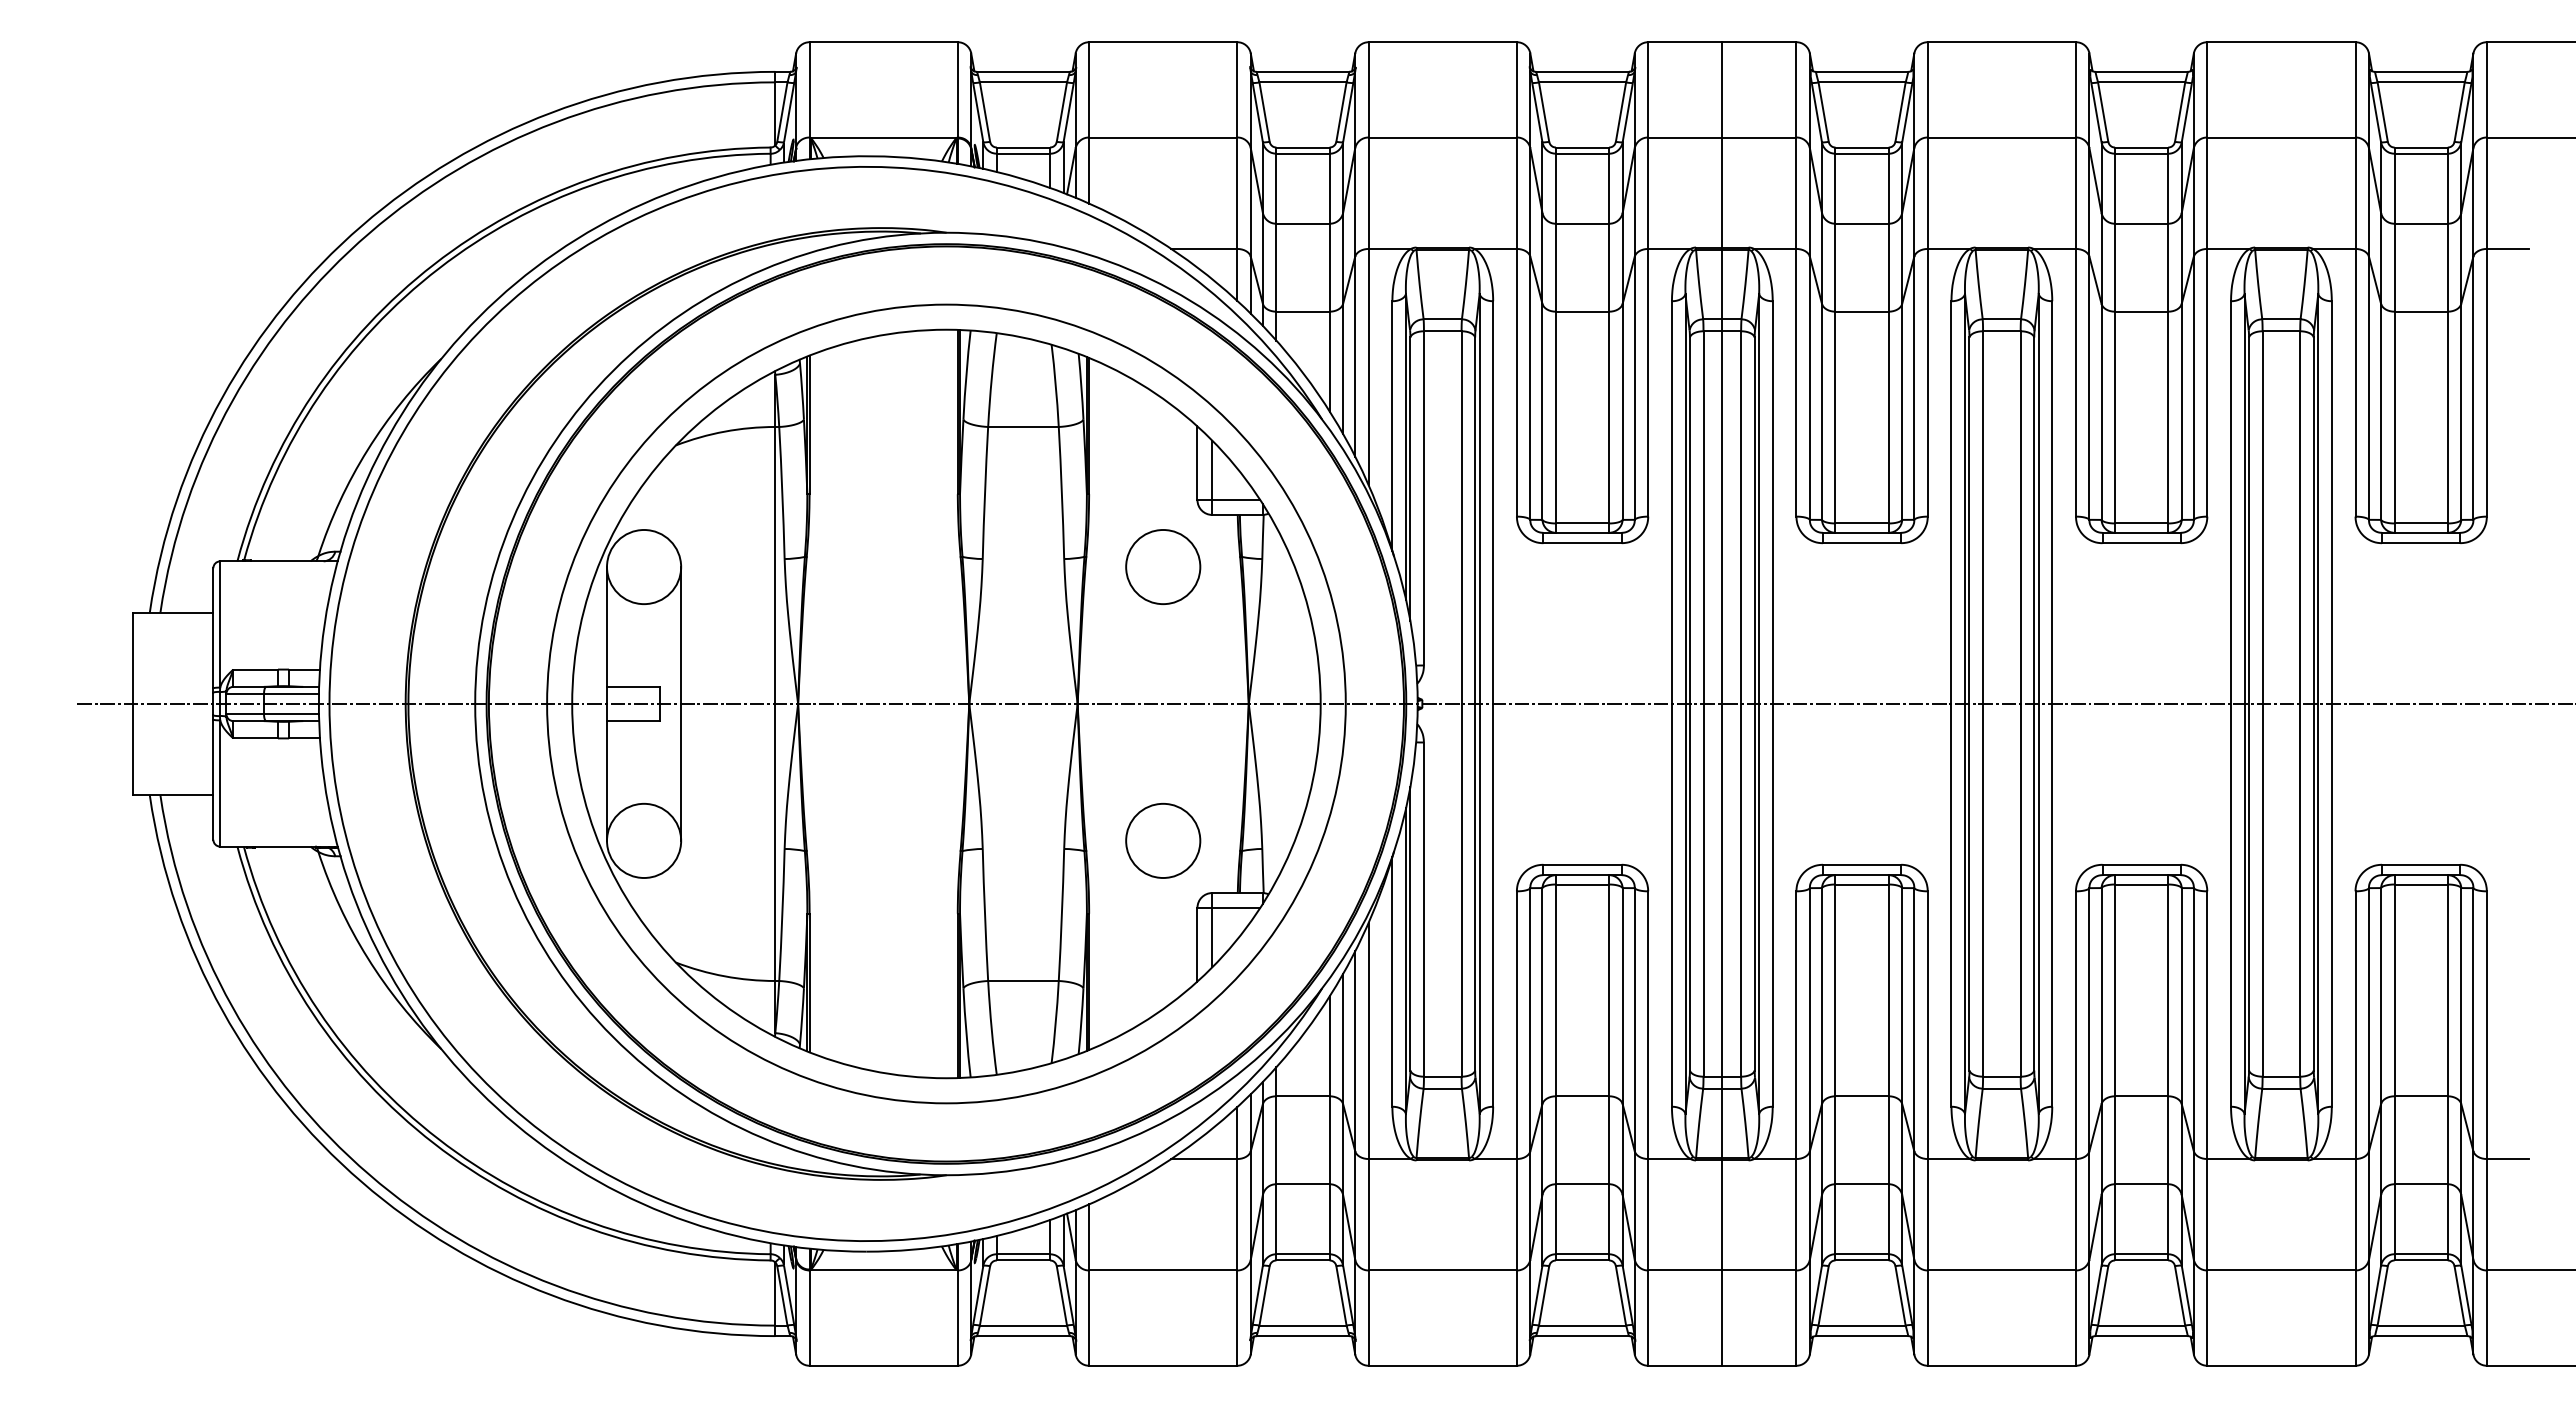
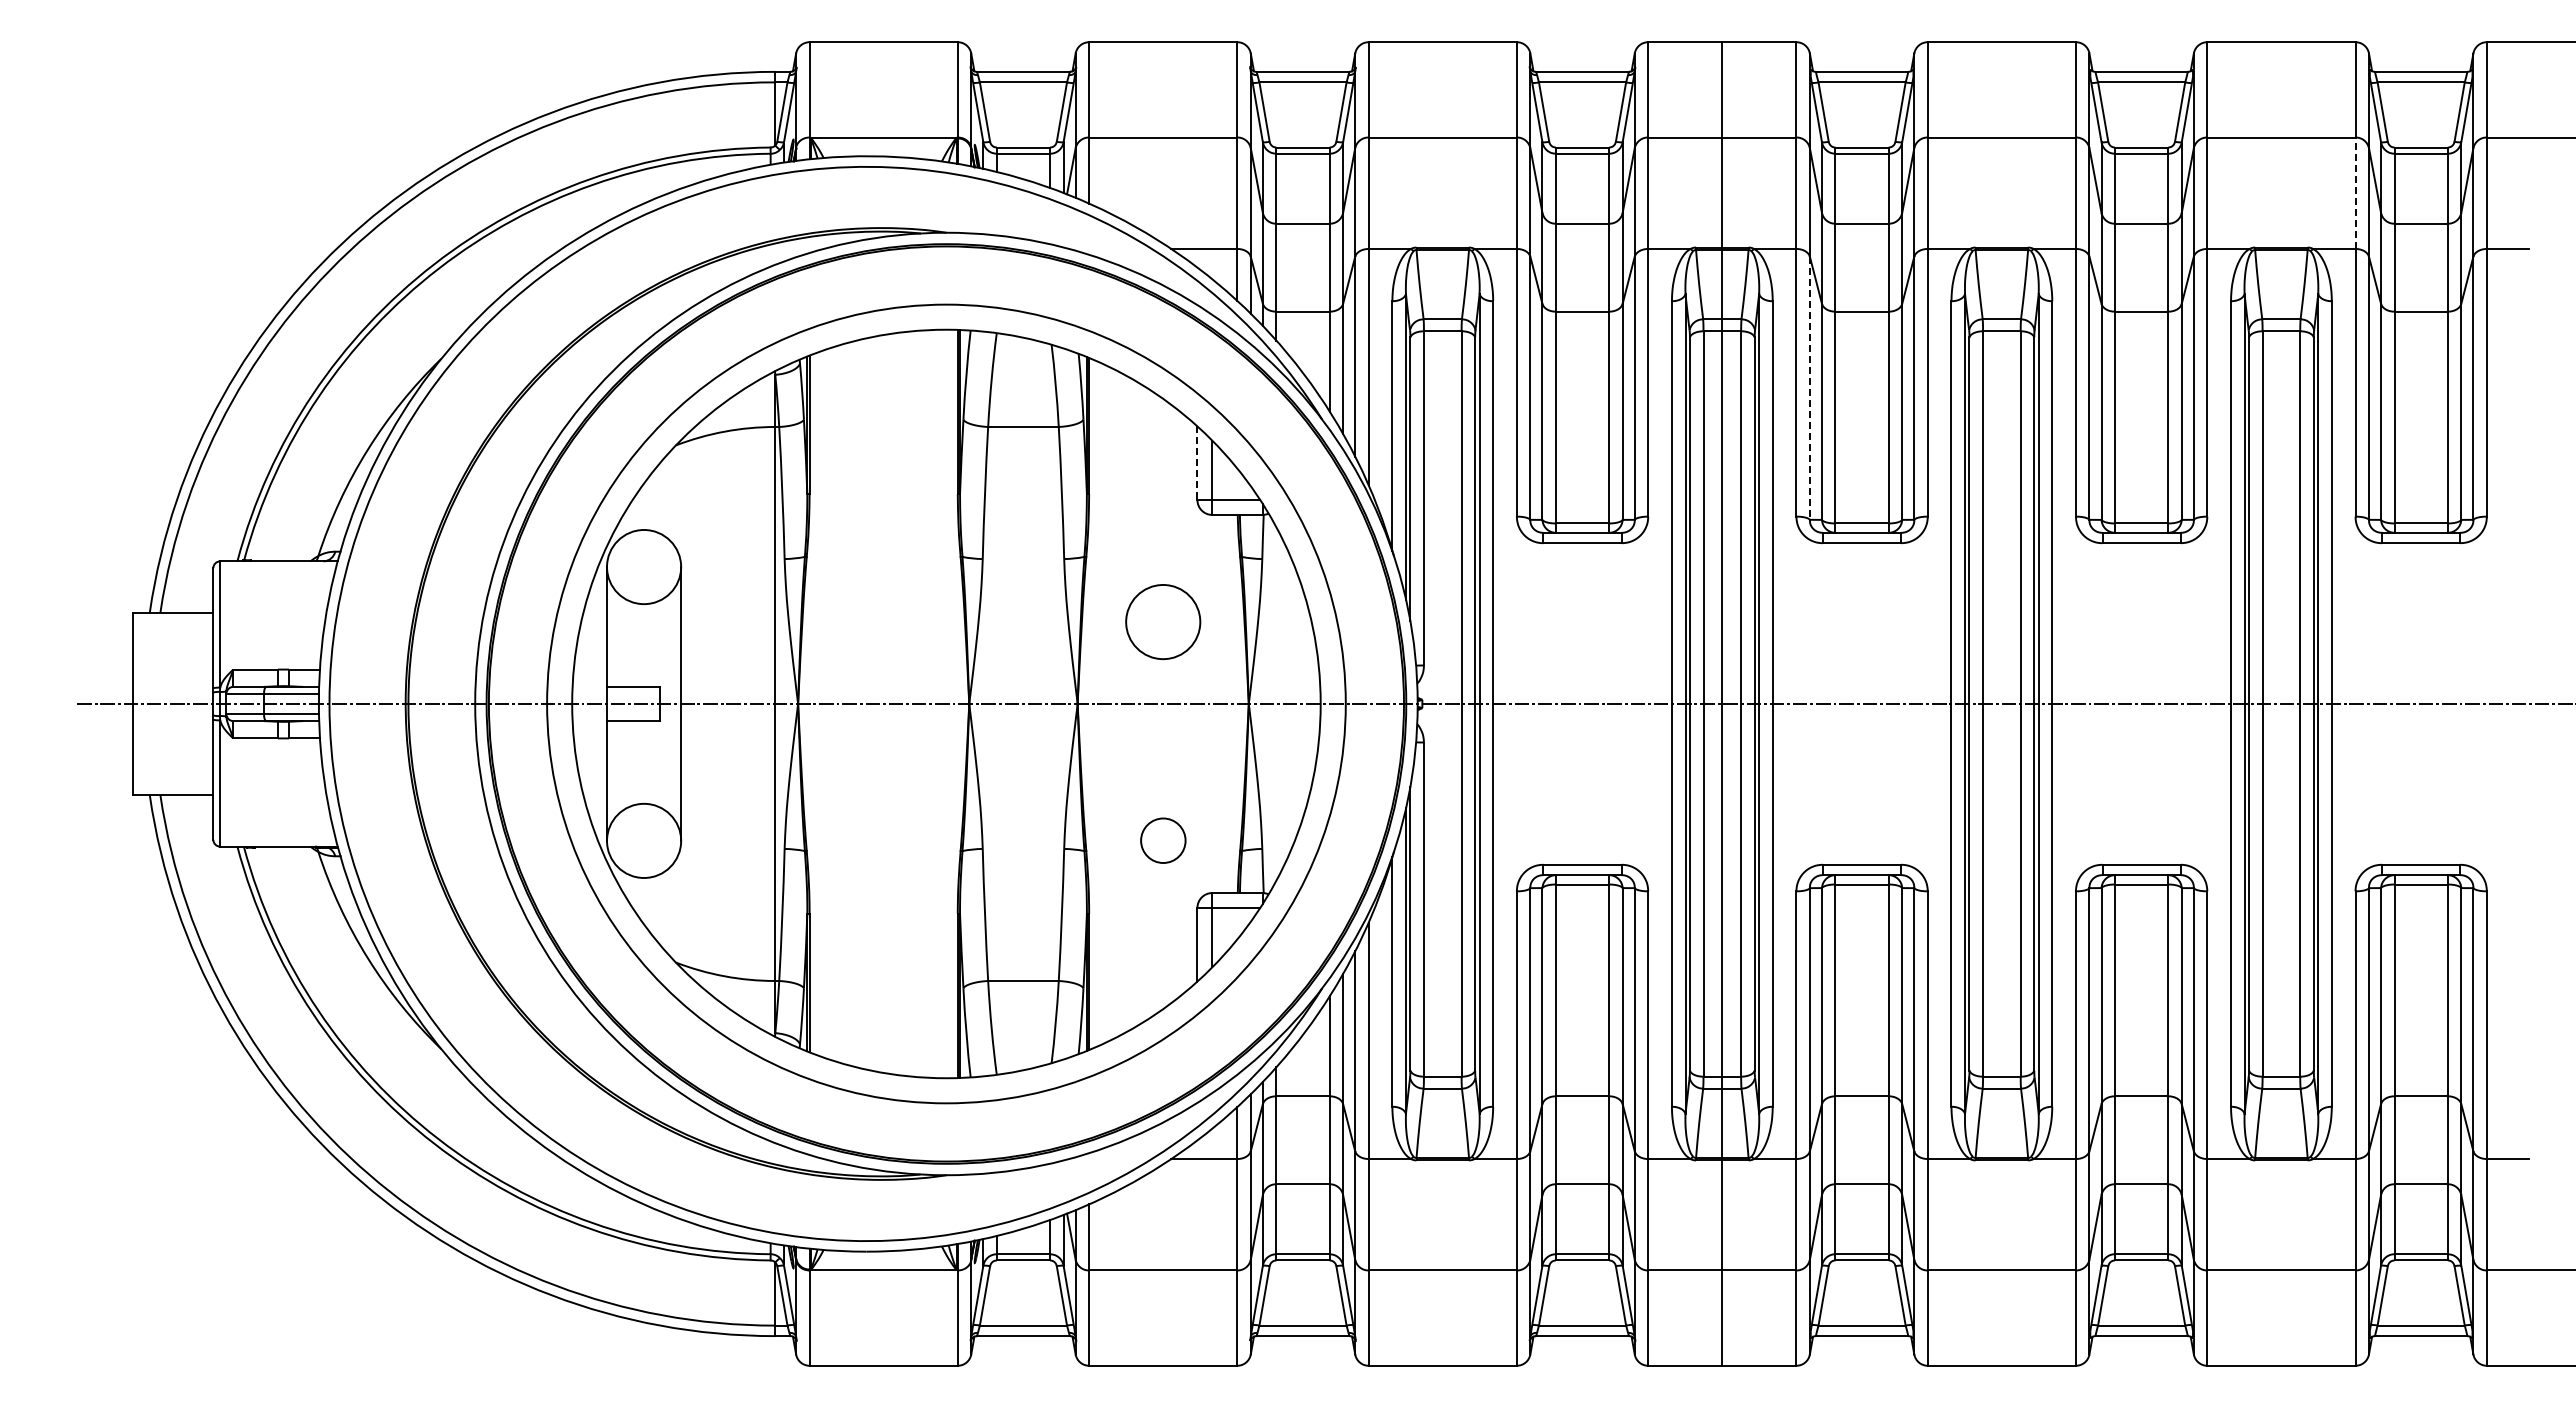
line at (2355, 193): solid -> dashed
line at (1809, 388): solid -> dashed
line at (1197, 463): solid -> dashed
circle at (1163, 566) position: (1163, 566) -> (1163, 621)
circle at (1163, 840) size: 77x77 px -> 47x47 px
